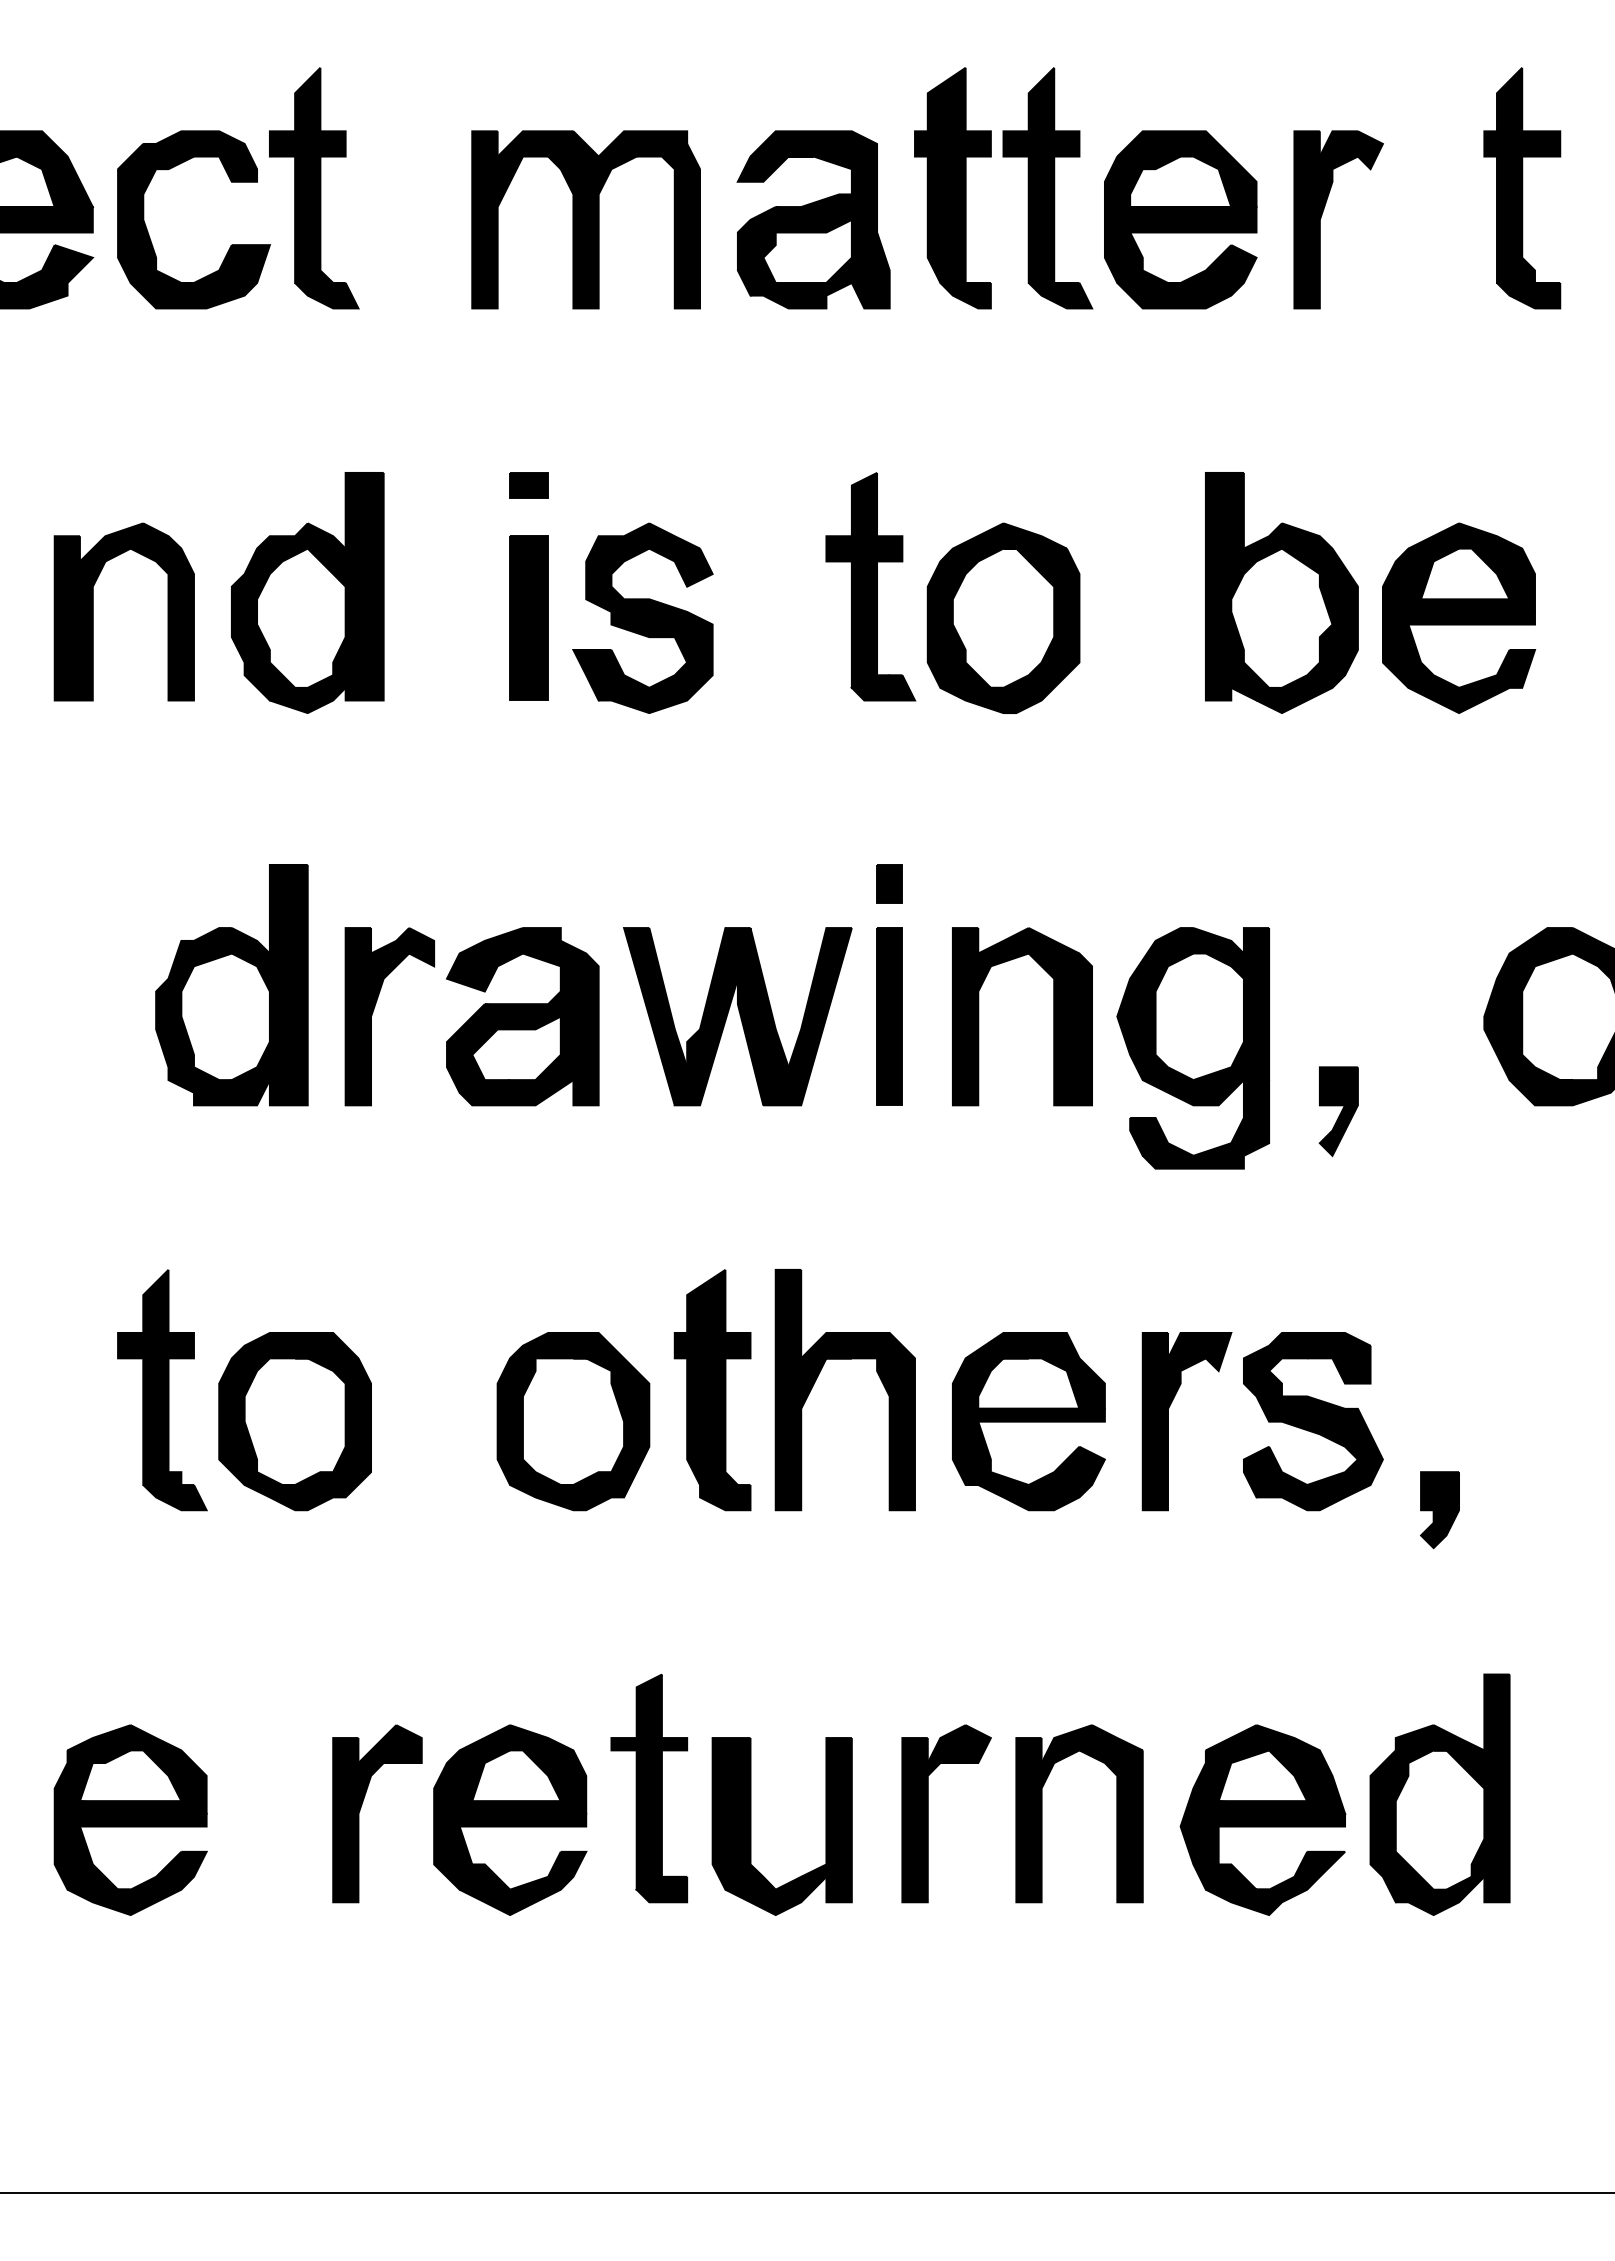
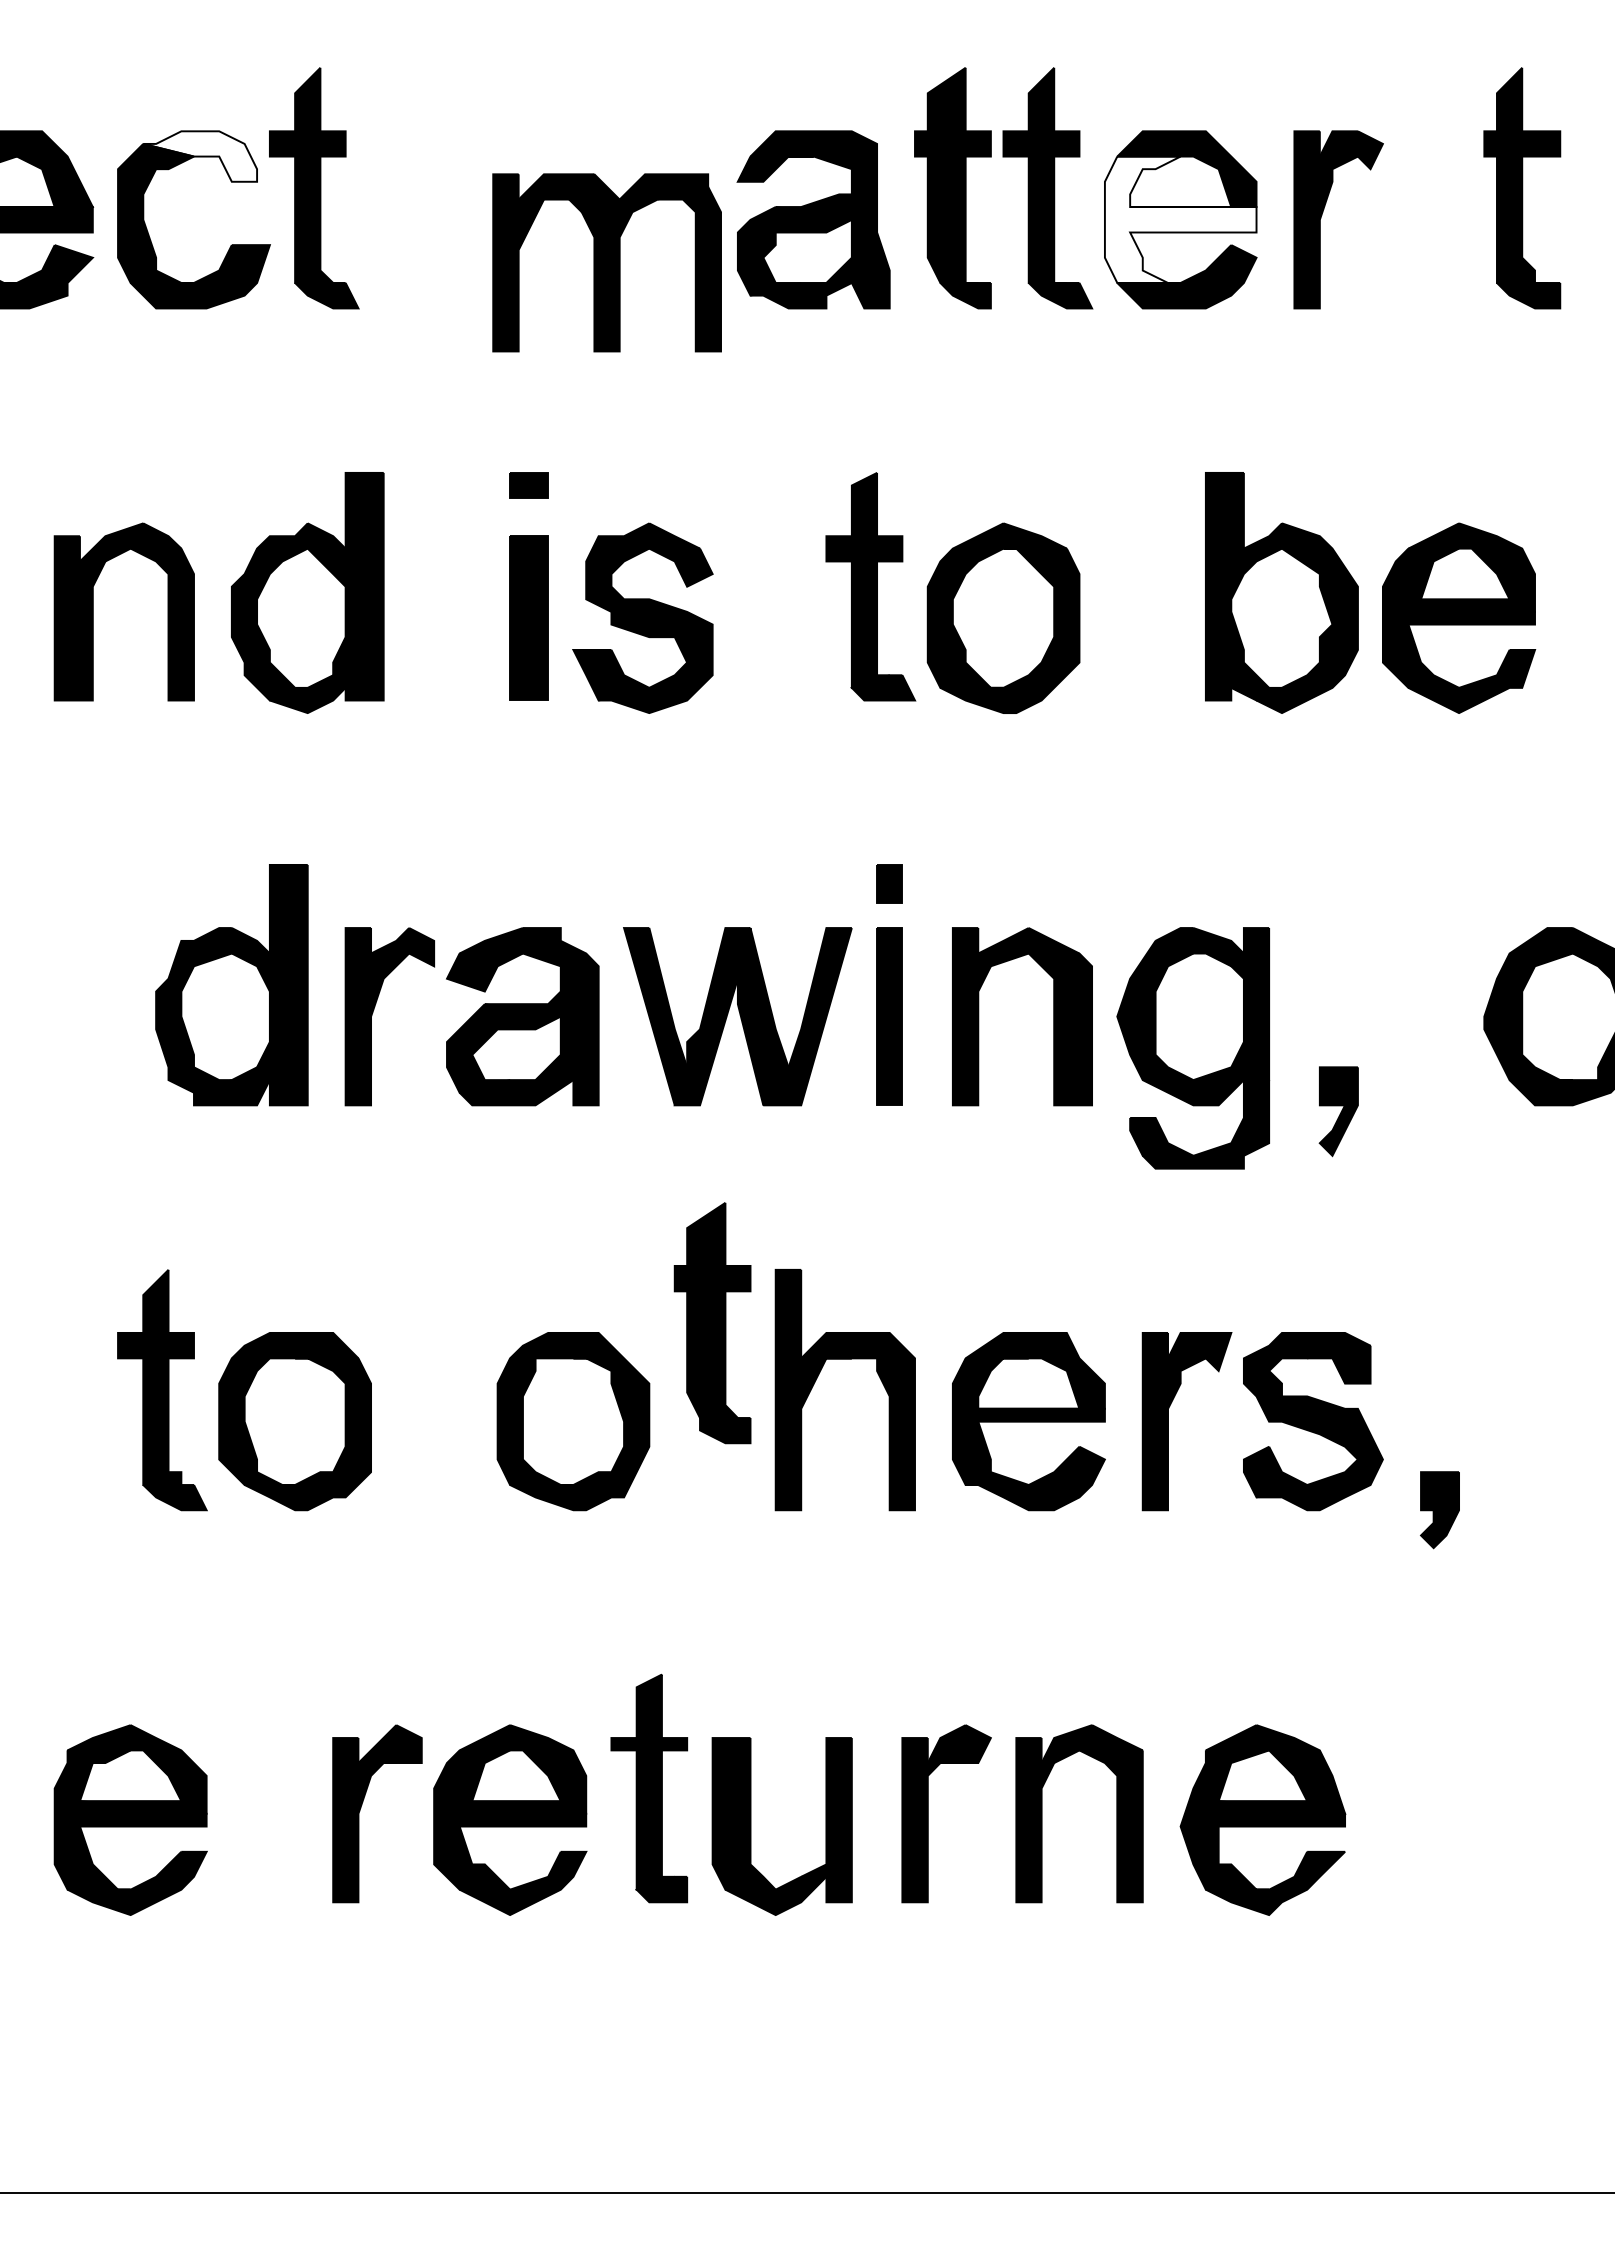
fill at (200, 156): present -> none
part at (585, 219) position: (585, 219) -> (606, 262)
fill at (1180, 219): present -> none
part at (712, 1390) position: (712, 1390) -> (712, 1323)
part at (1439, 1794): present -> none
